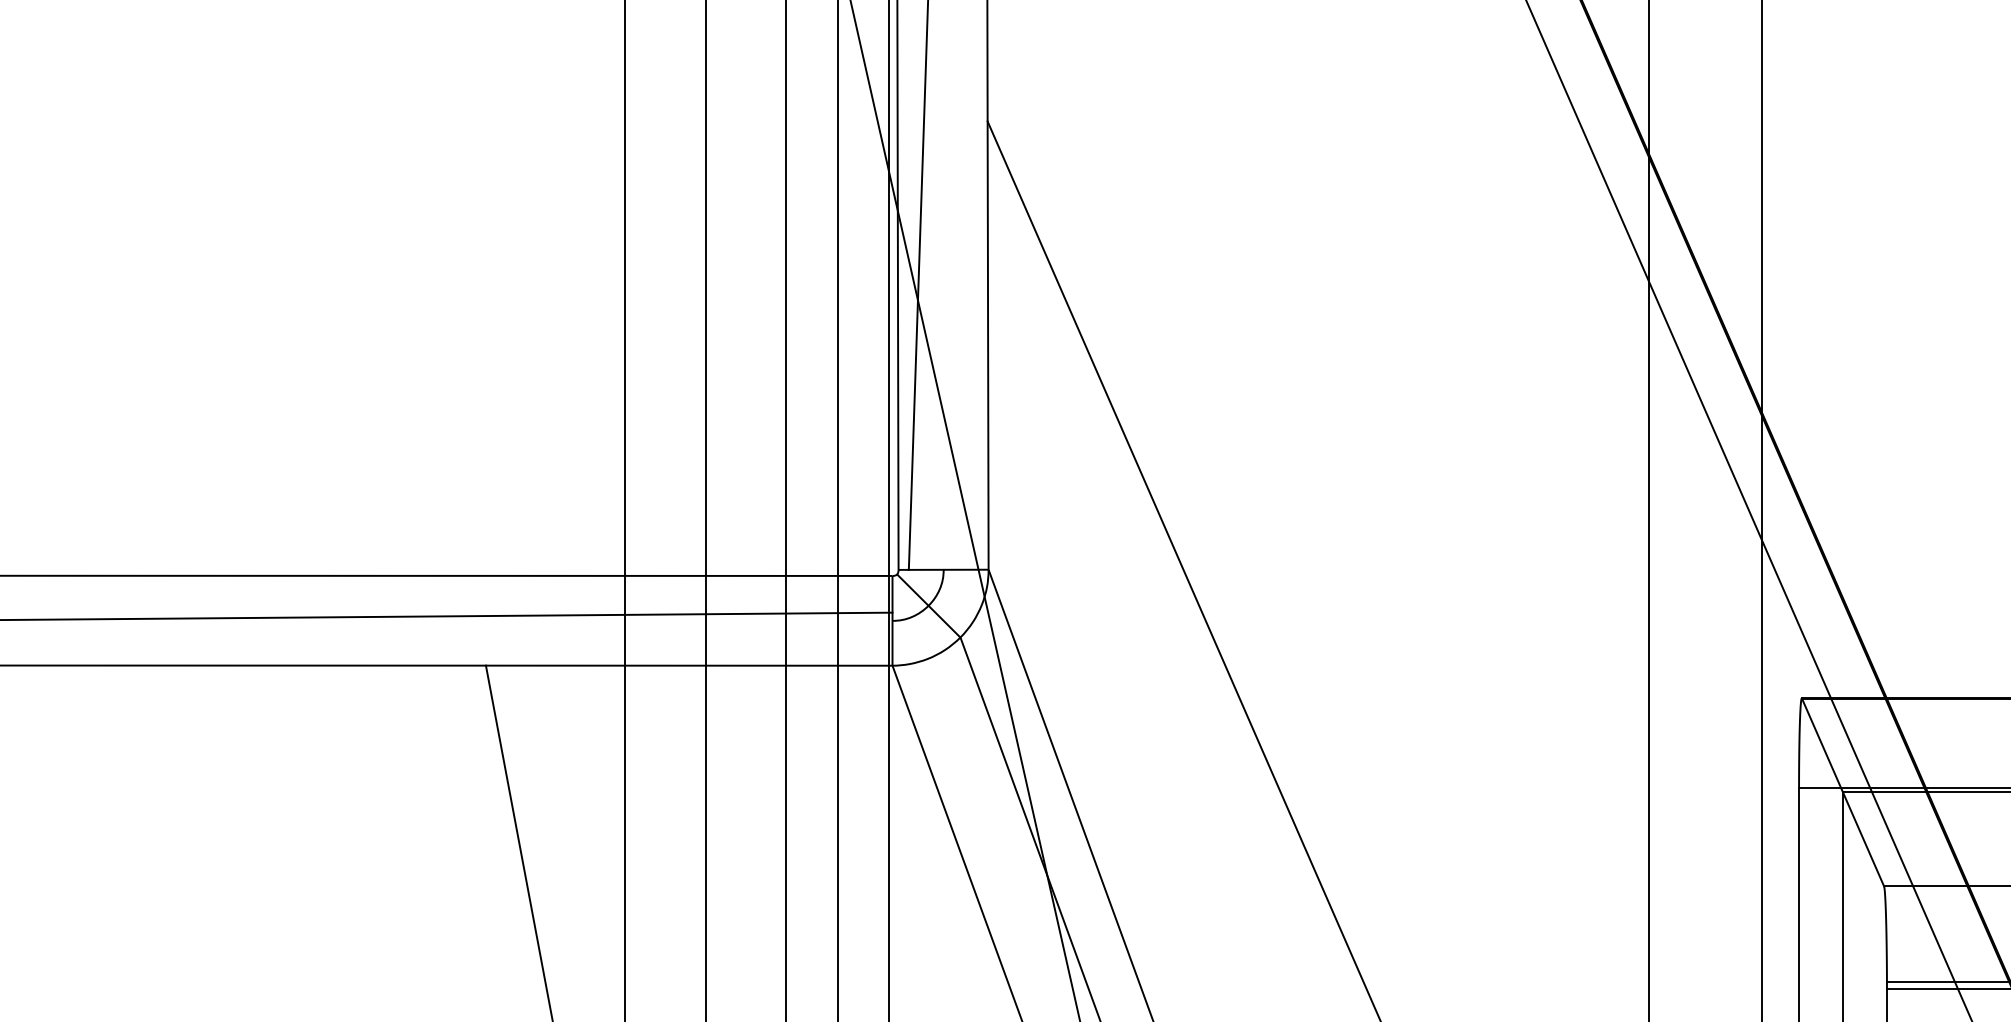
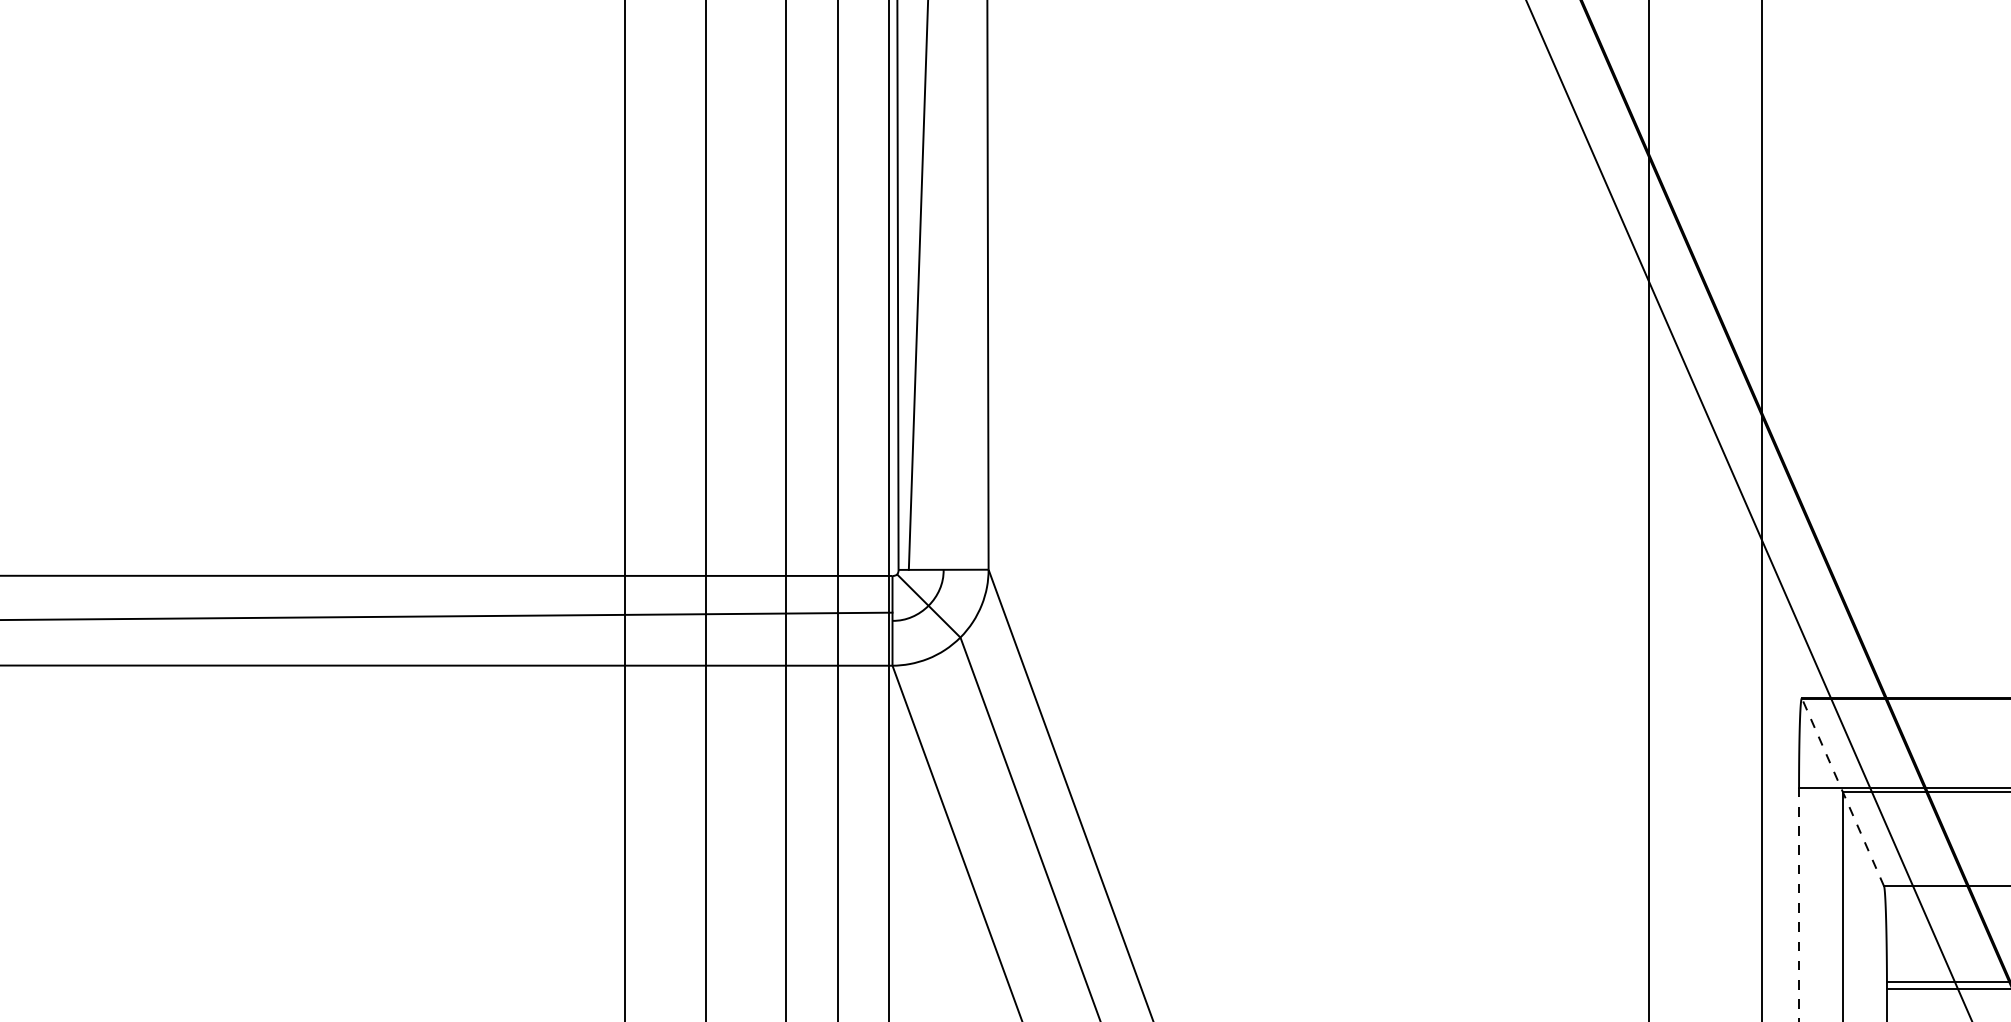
line at (965, 510): present -> none
line at (1183, 569): present -> none
line at (1842, 792): solid -> dashed
line at (518, 841): present -> none
line at (1799, 904): solid -> dashed
